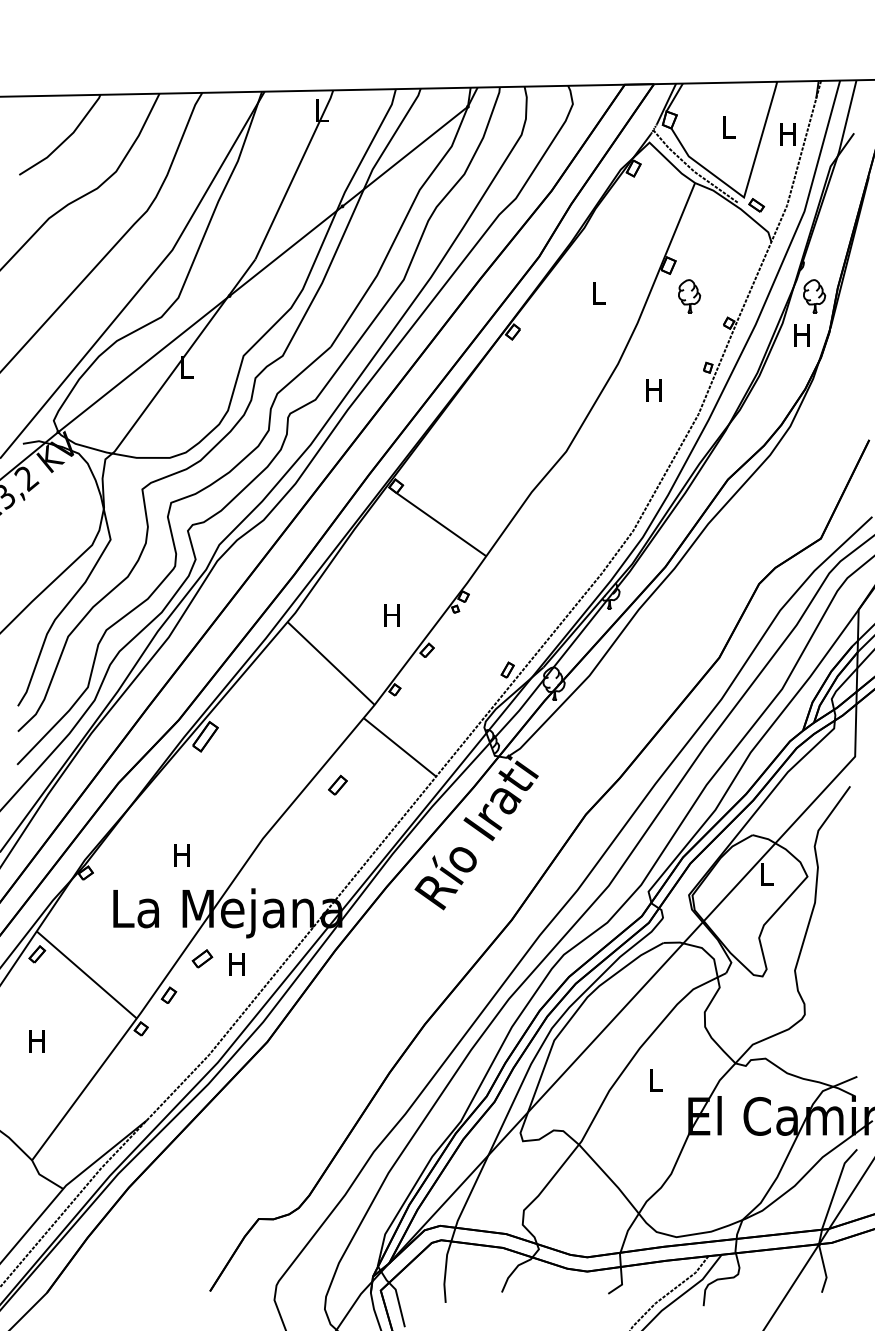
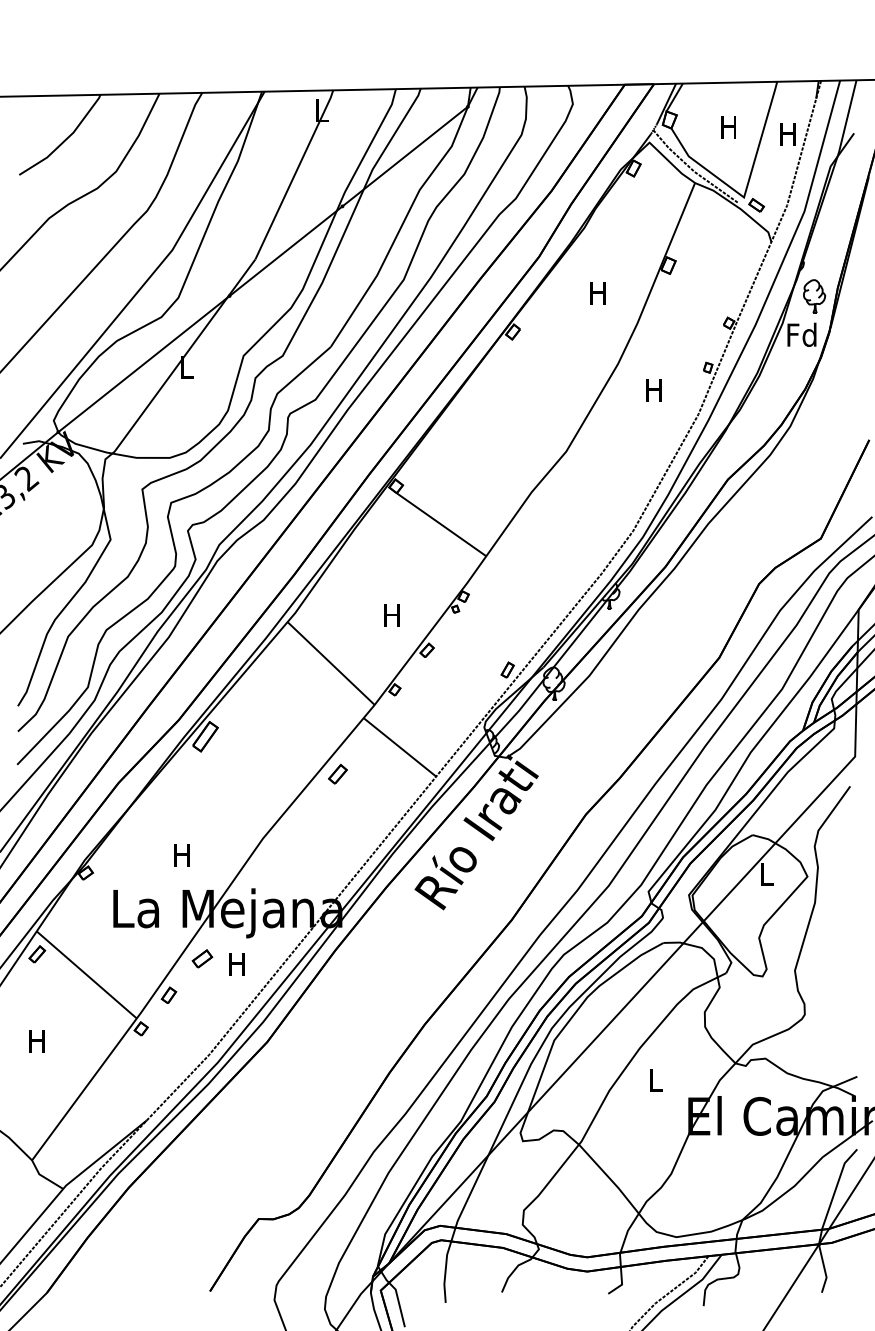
text at (728, 127): L -> H
text at (597, 293): L -> H
part at (689, 296): present -> none
text at (801, 334): H -> Fd
part at (337, 784) position: (337, 784) -> (337, 773)
